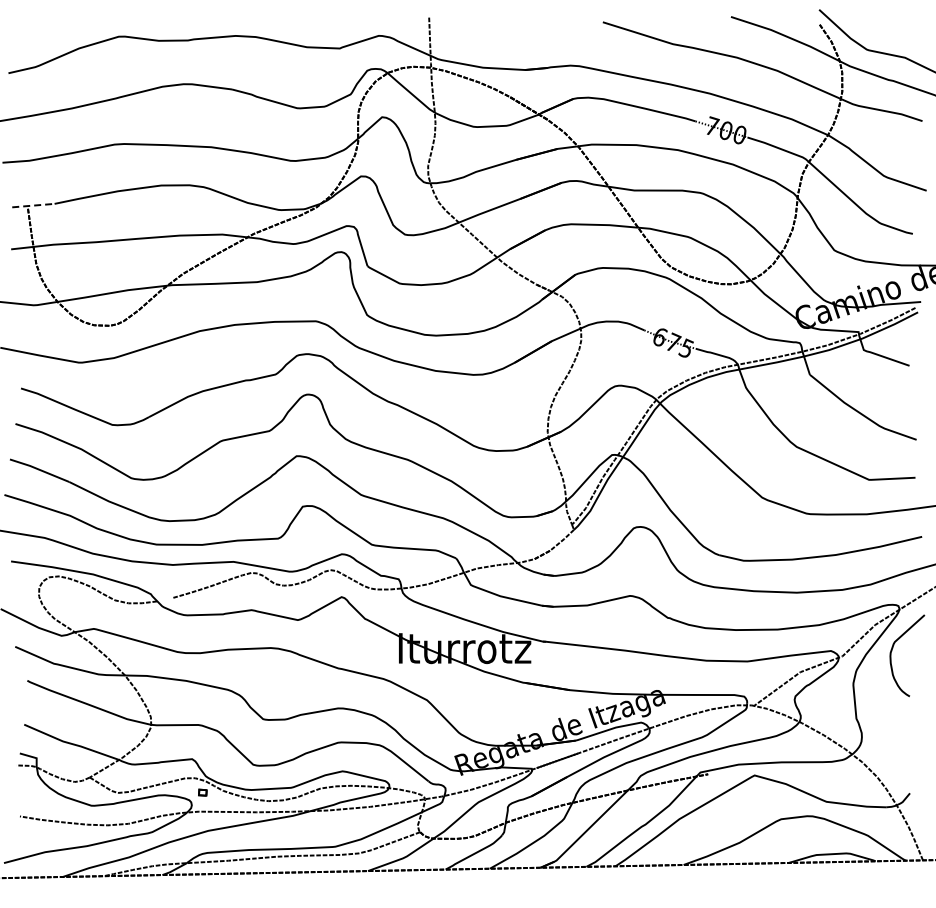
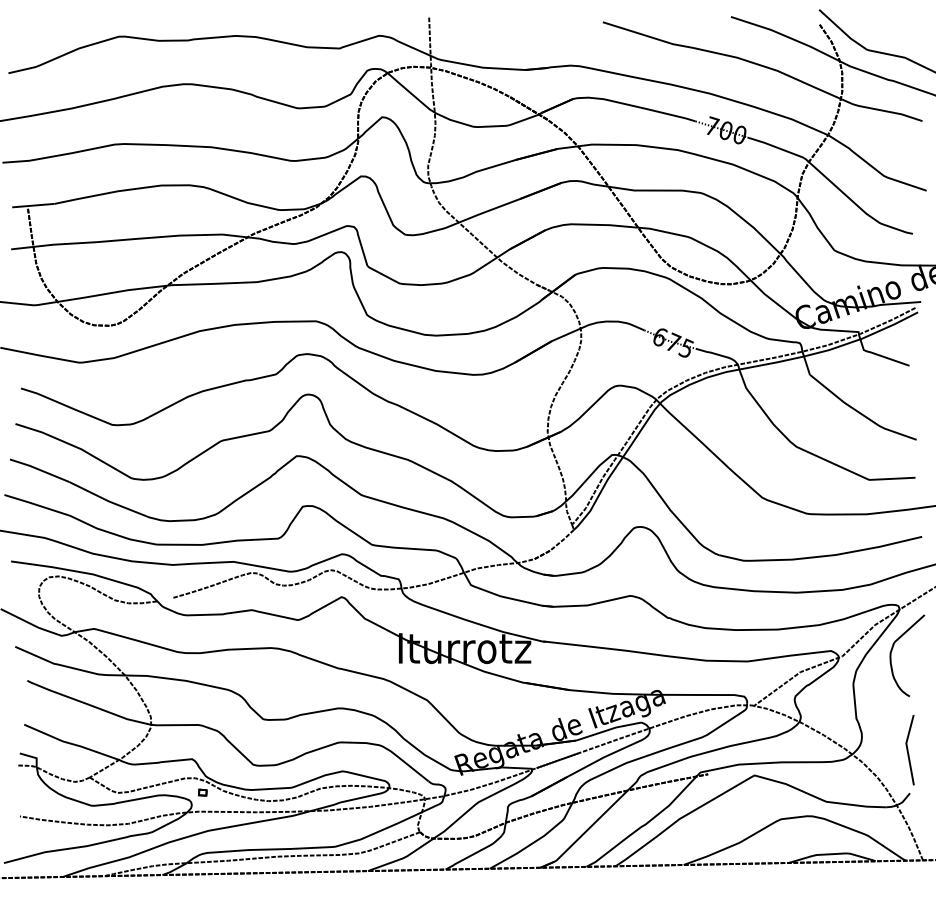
line at (33, 205): dashed -> solid
line at (908, 750): none -> present
